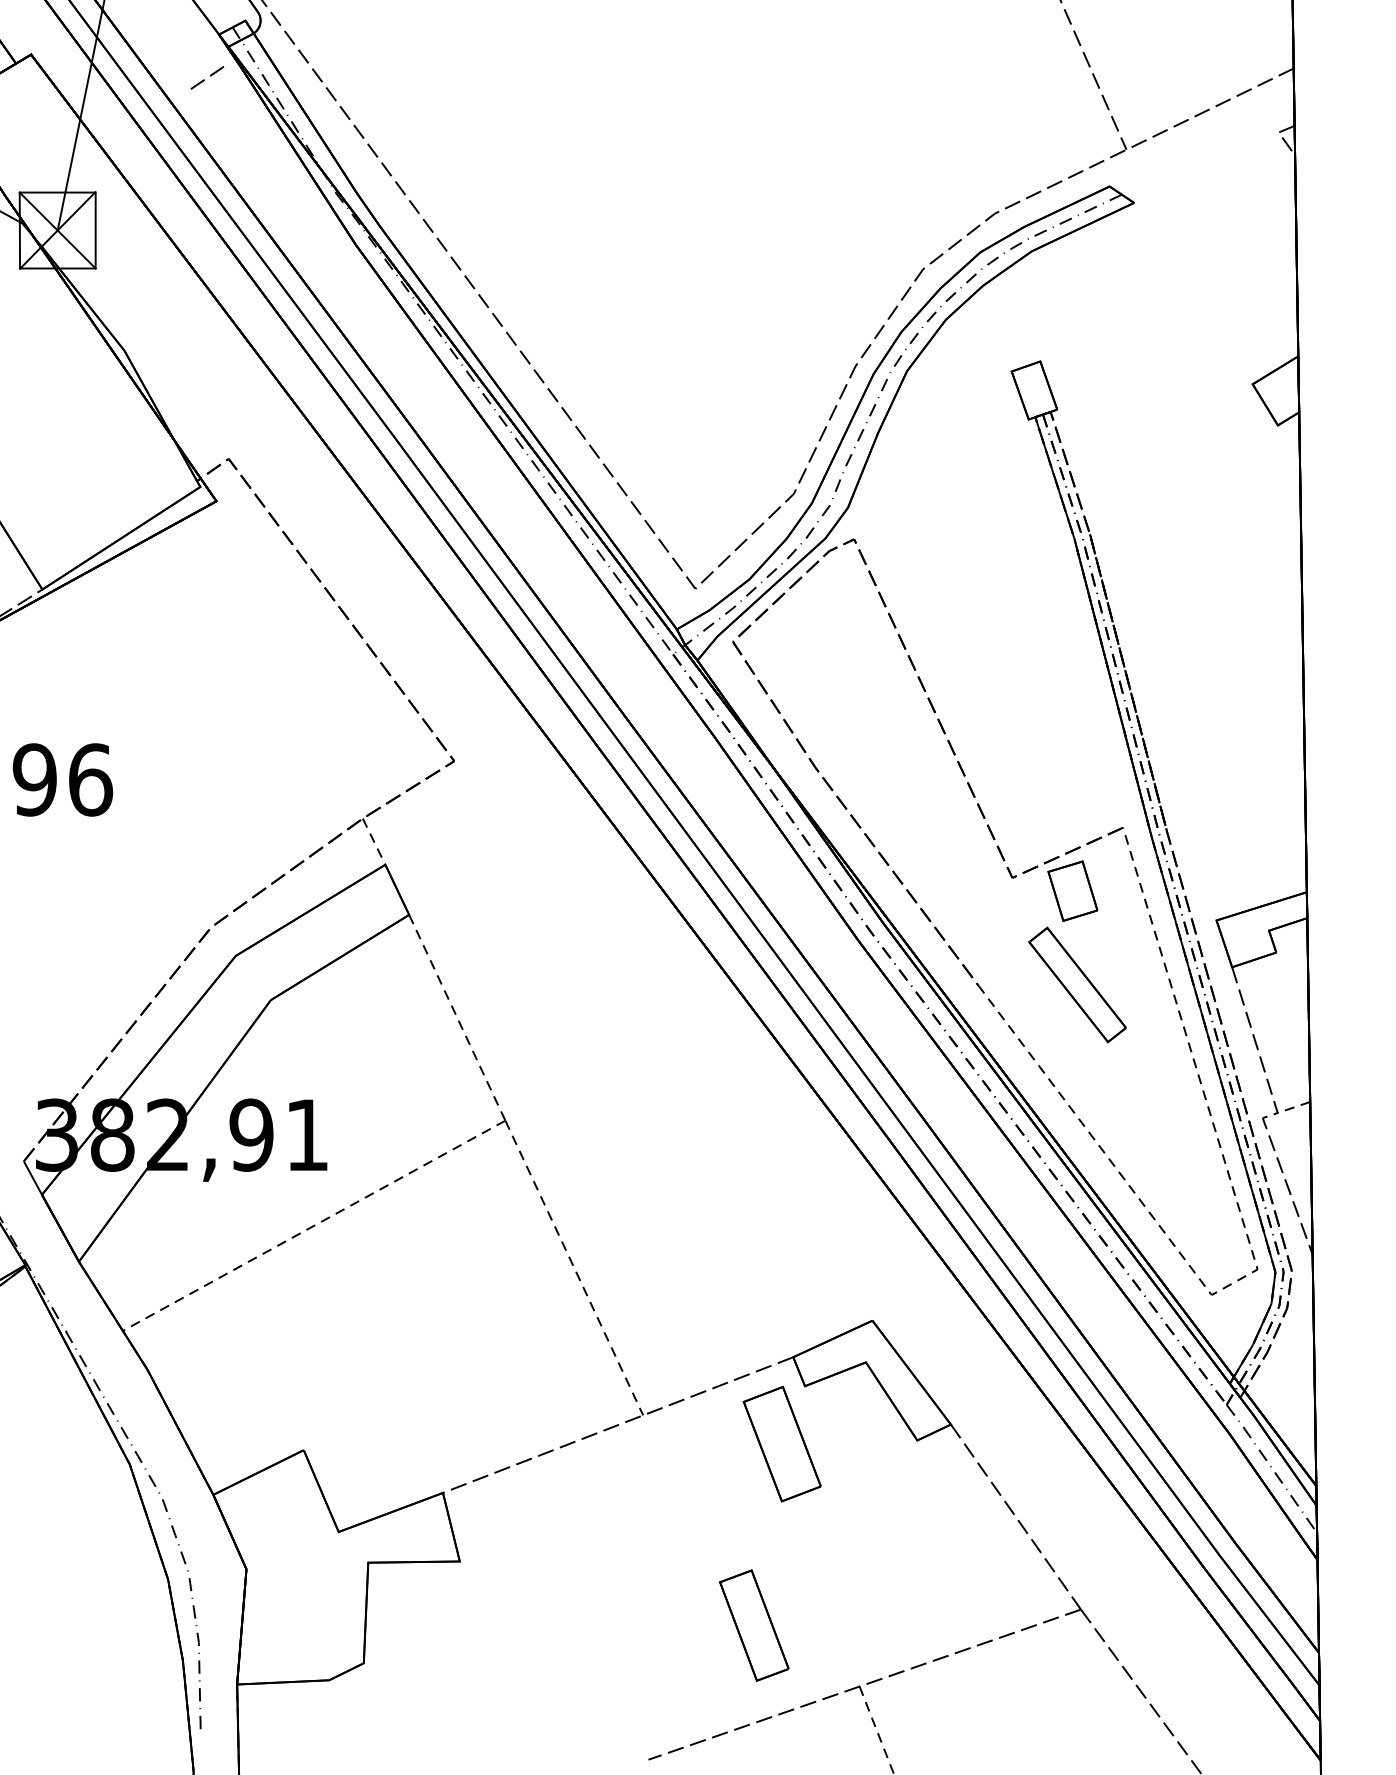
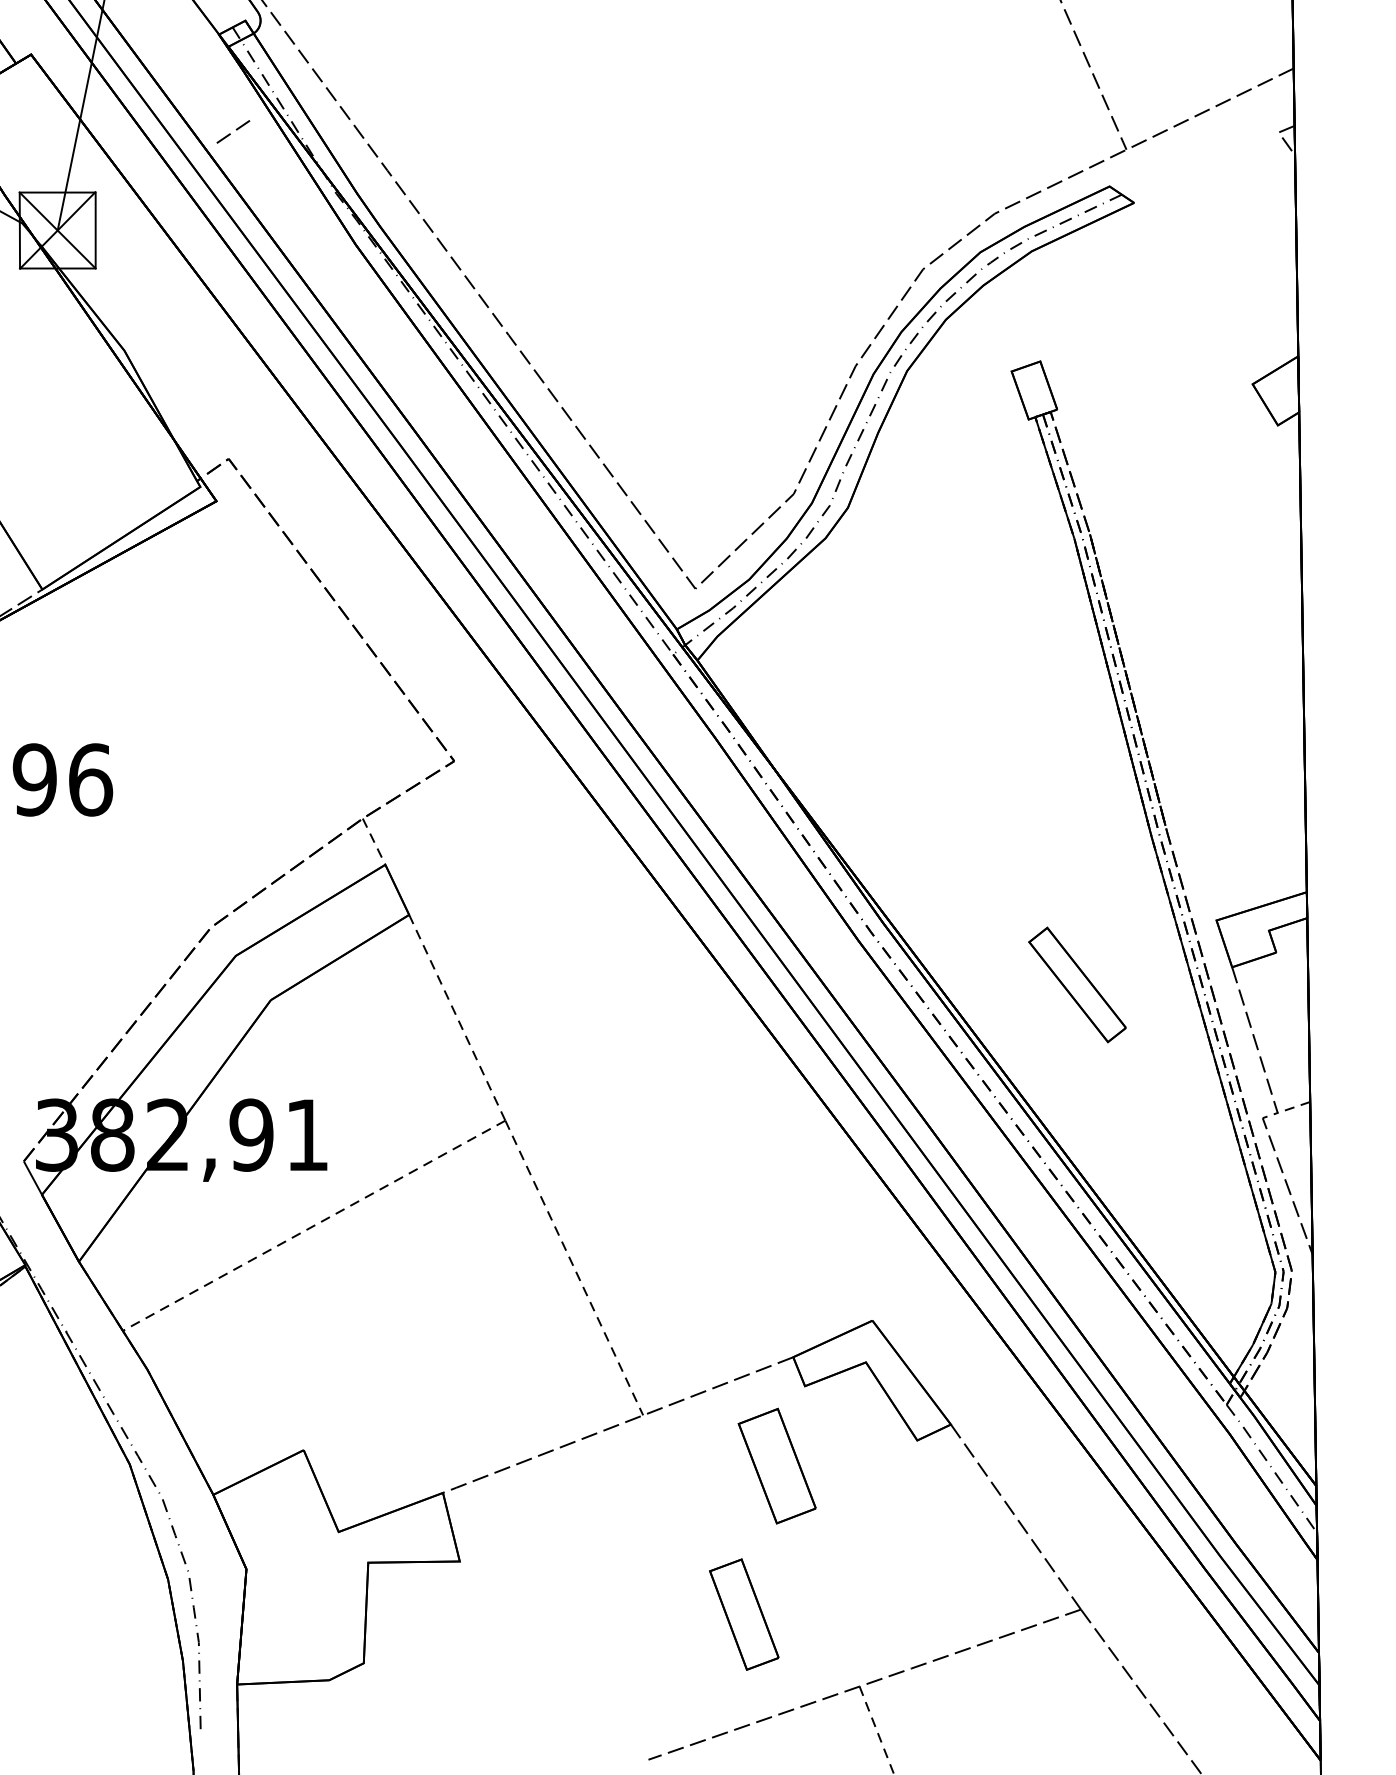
line at (209, 75) position: (209, 75) -> (235, 129)
part at (1011, 878): present -> none
part at (781, 1443) position: (781, 1443) -> (776, 1465)
part at (754, 1625) position: (754, 1625) -> (744, 1614)
